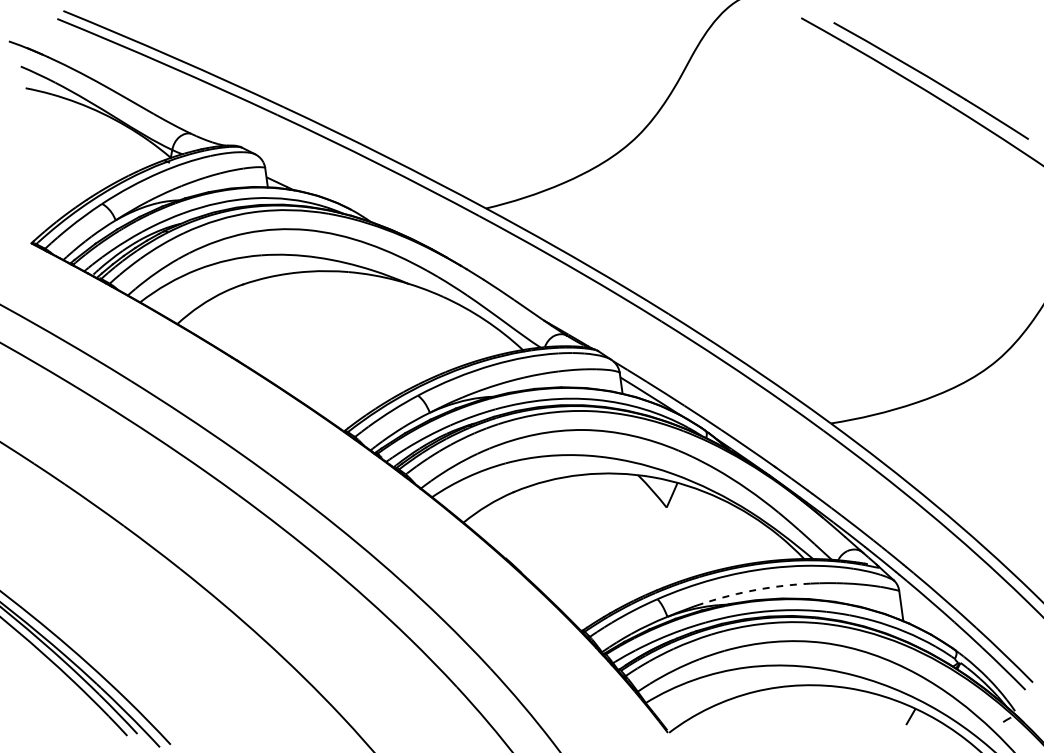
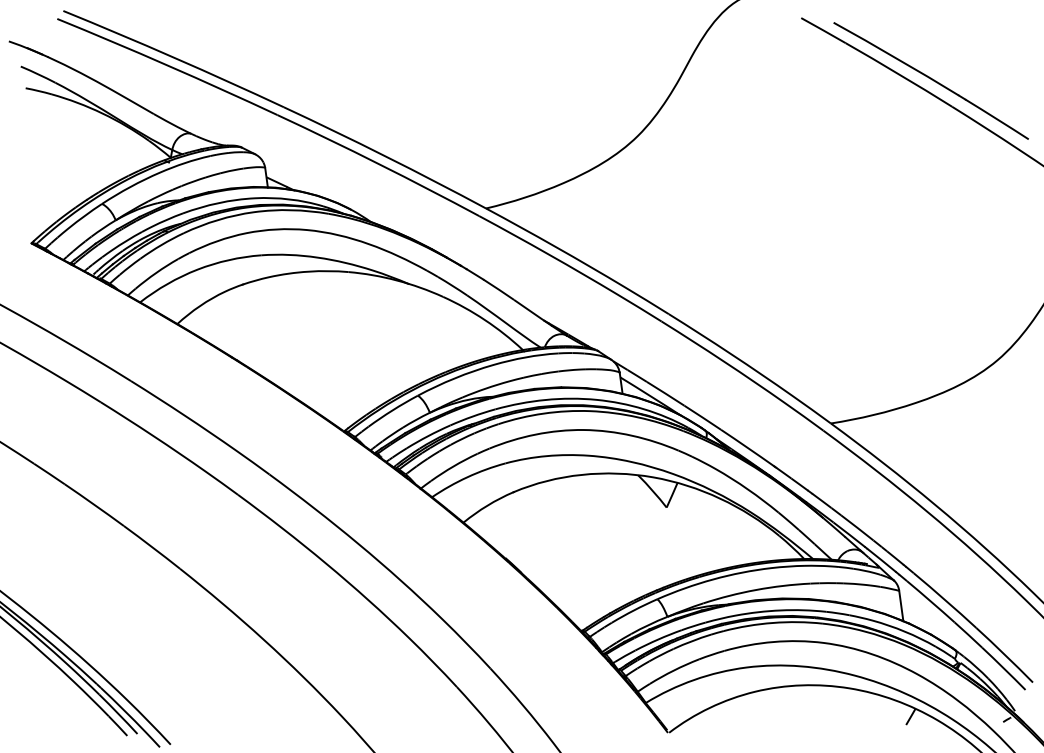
arc at (756, 589): dashed -> solid
